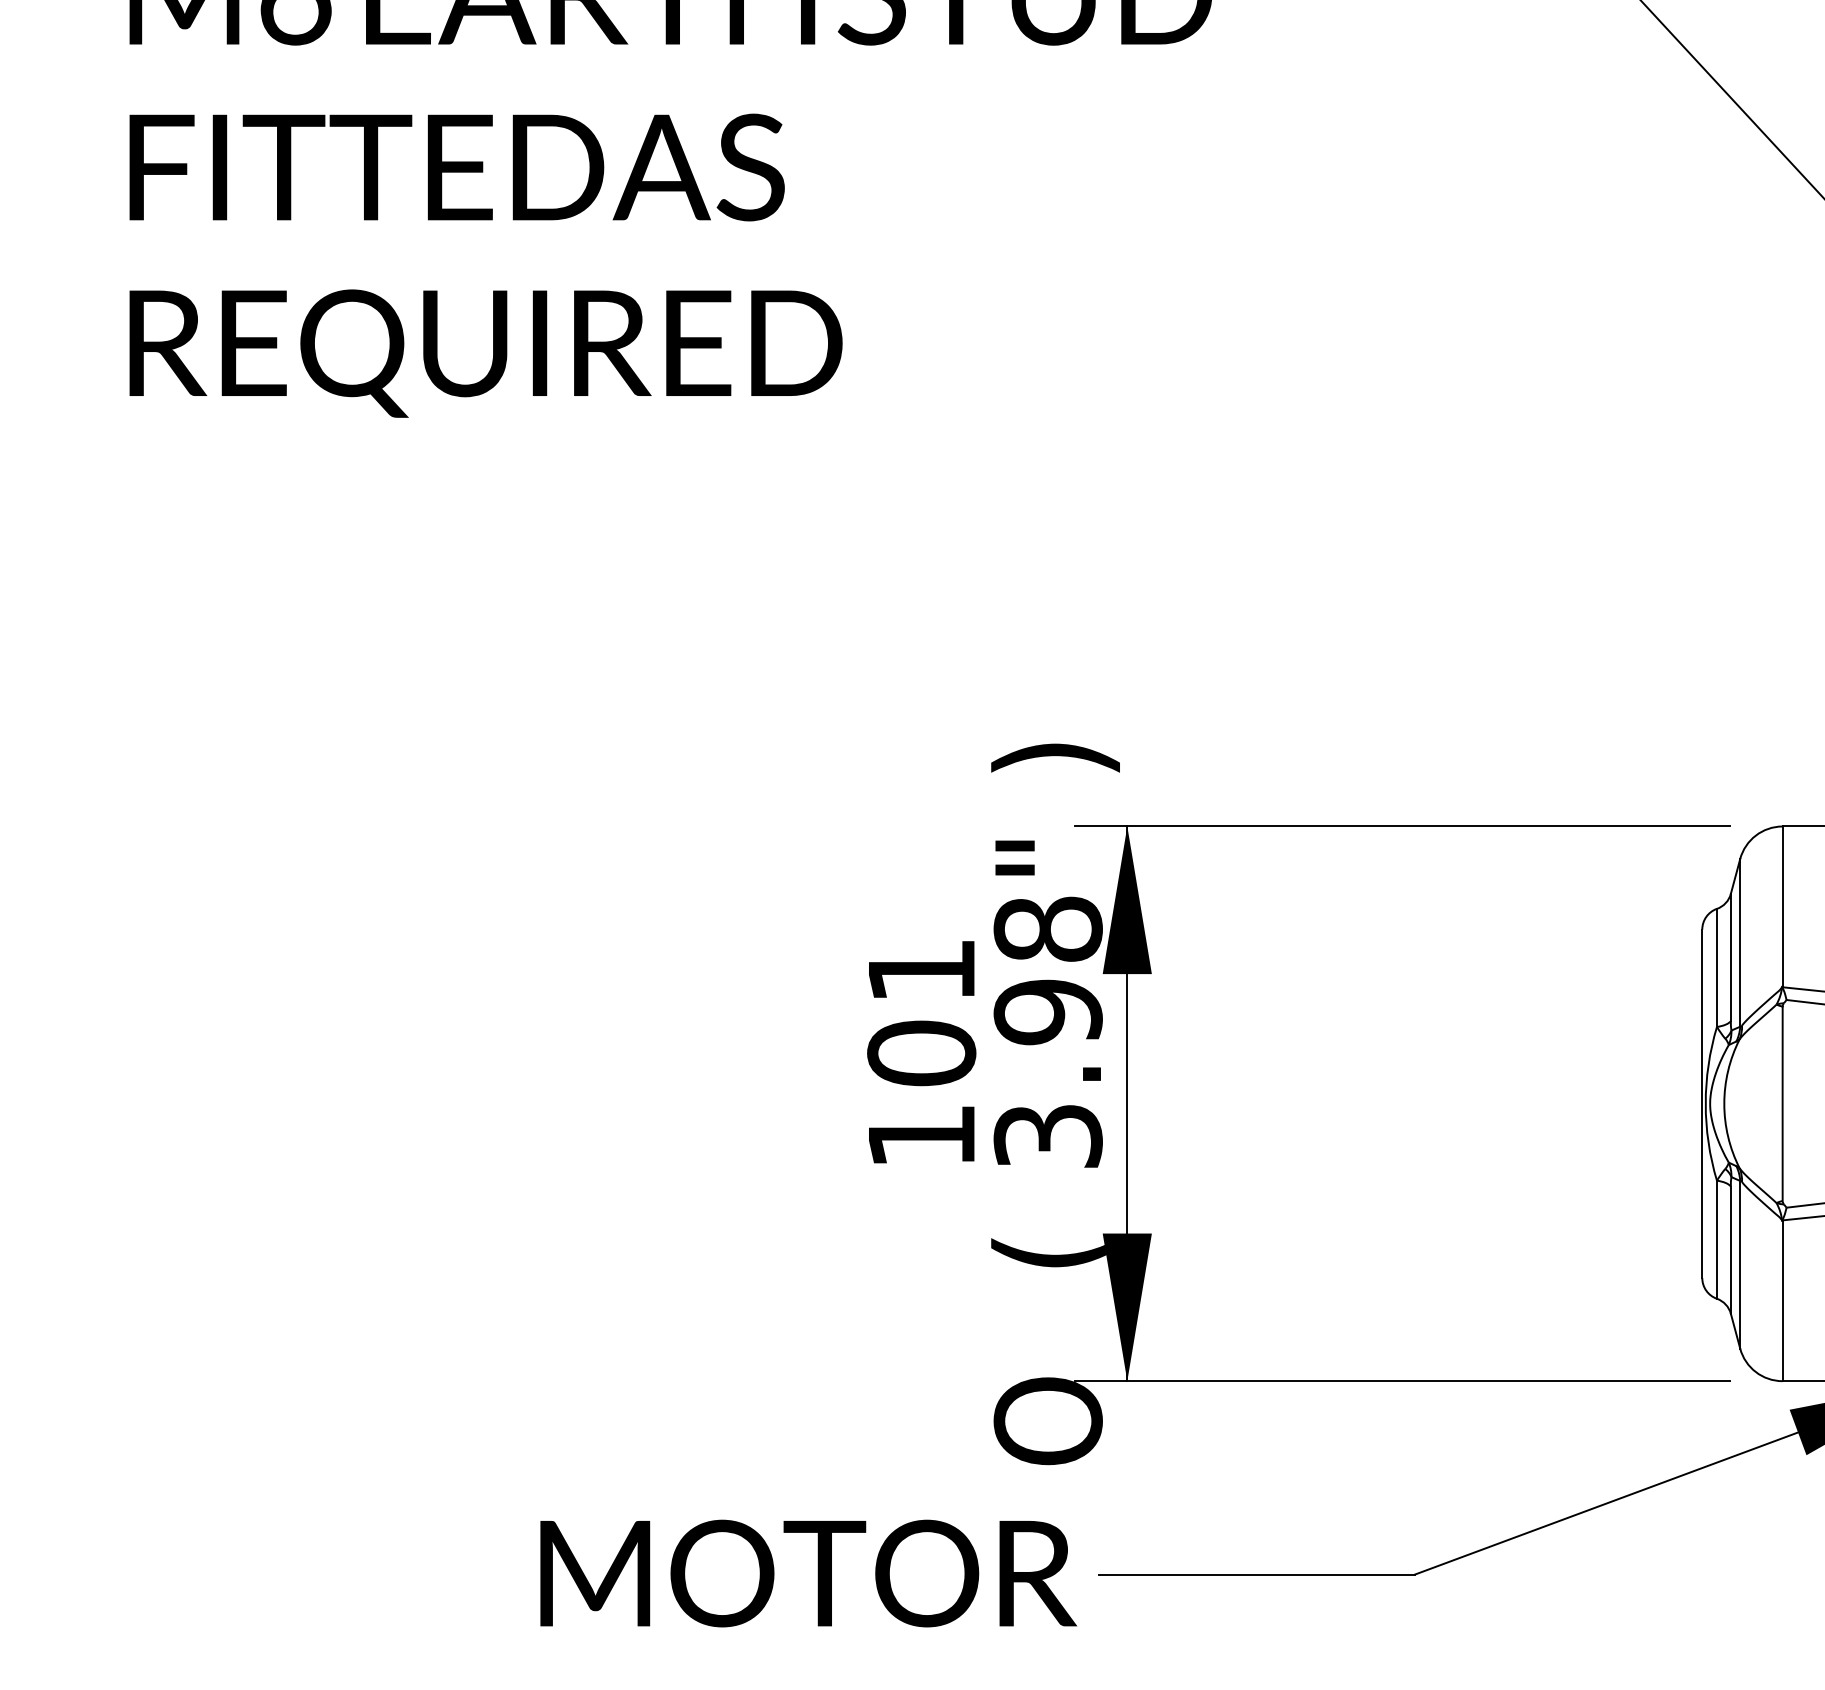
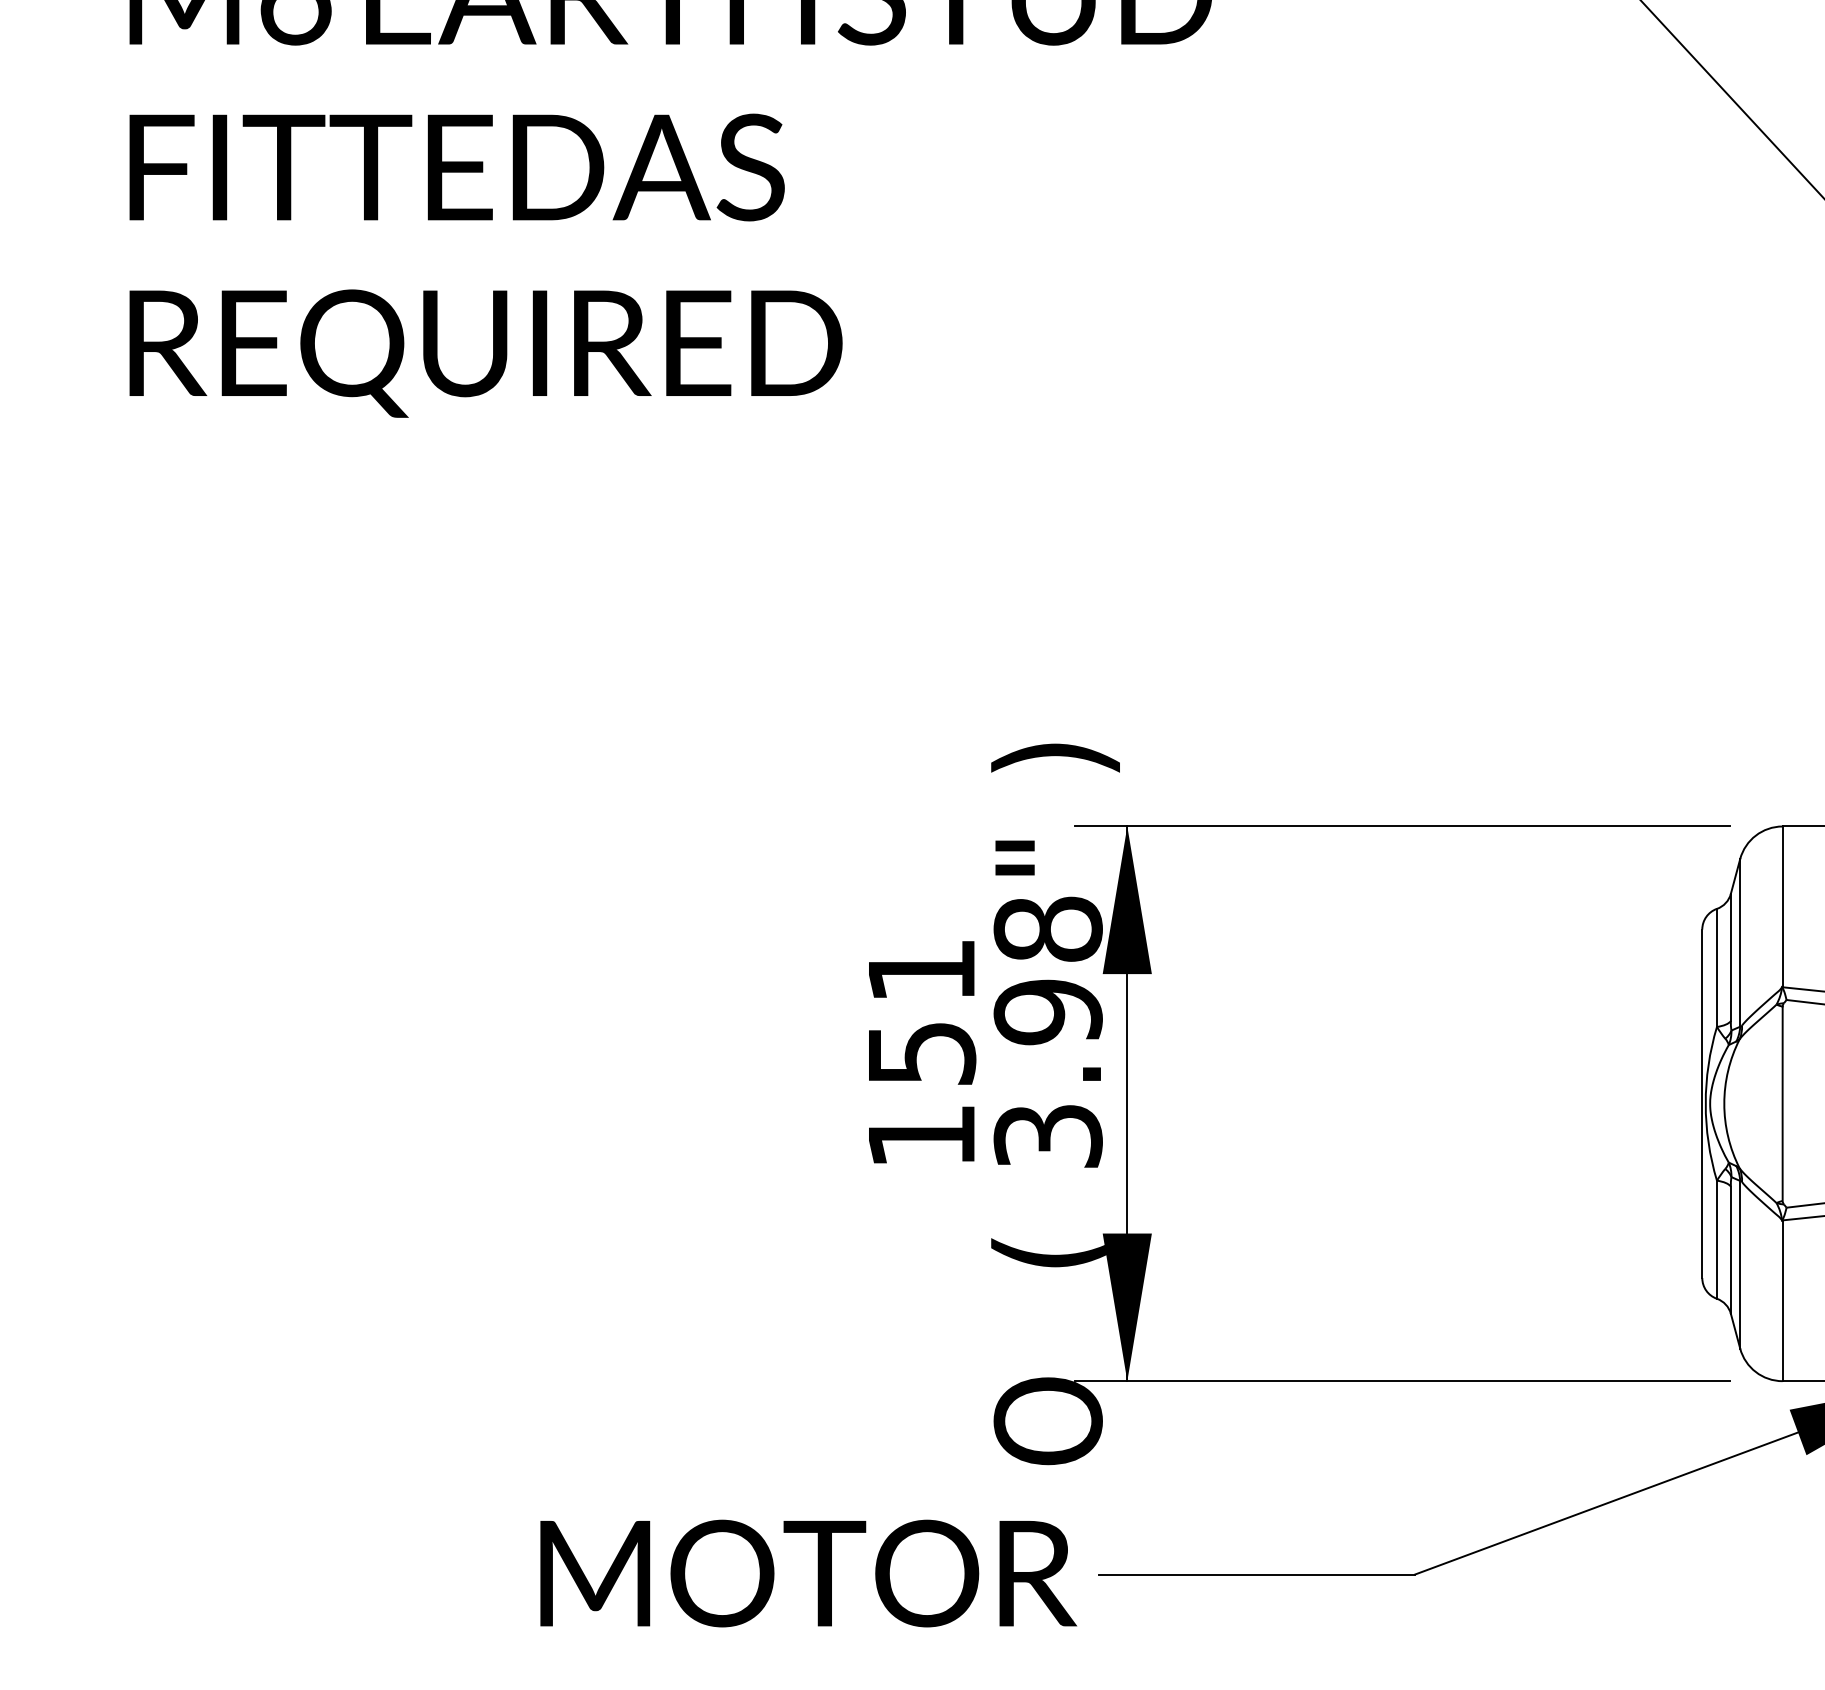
text at (921, 1053): 101 -> 151
